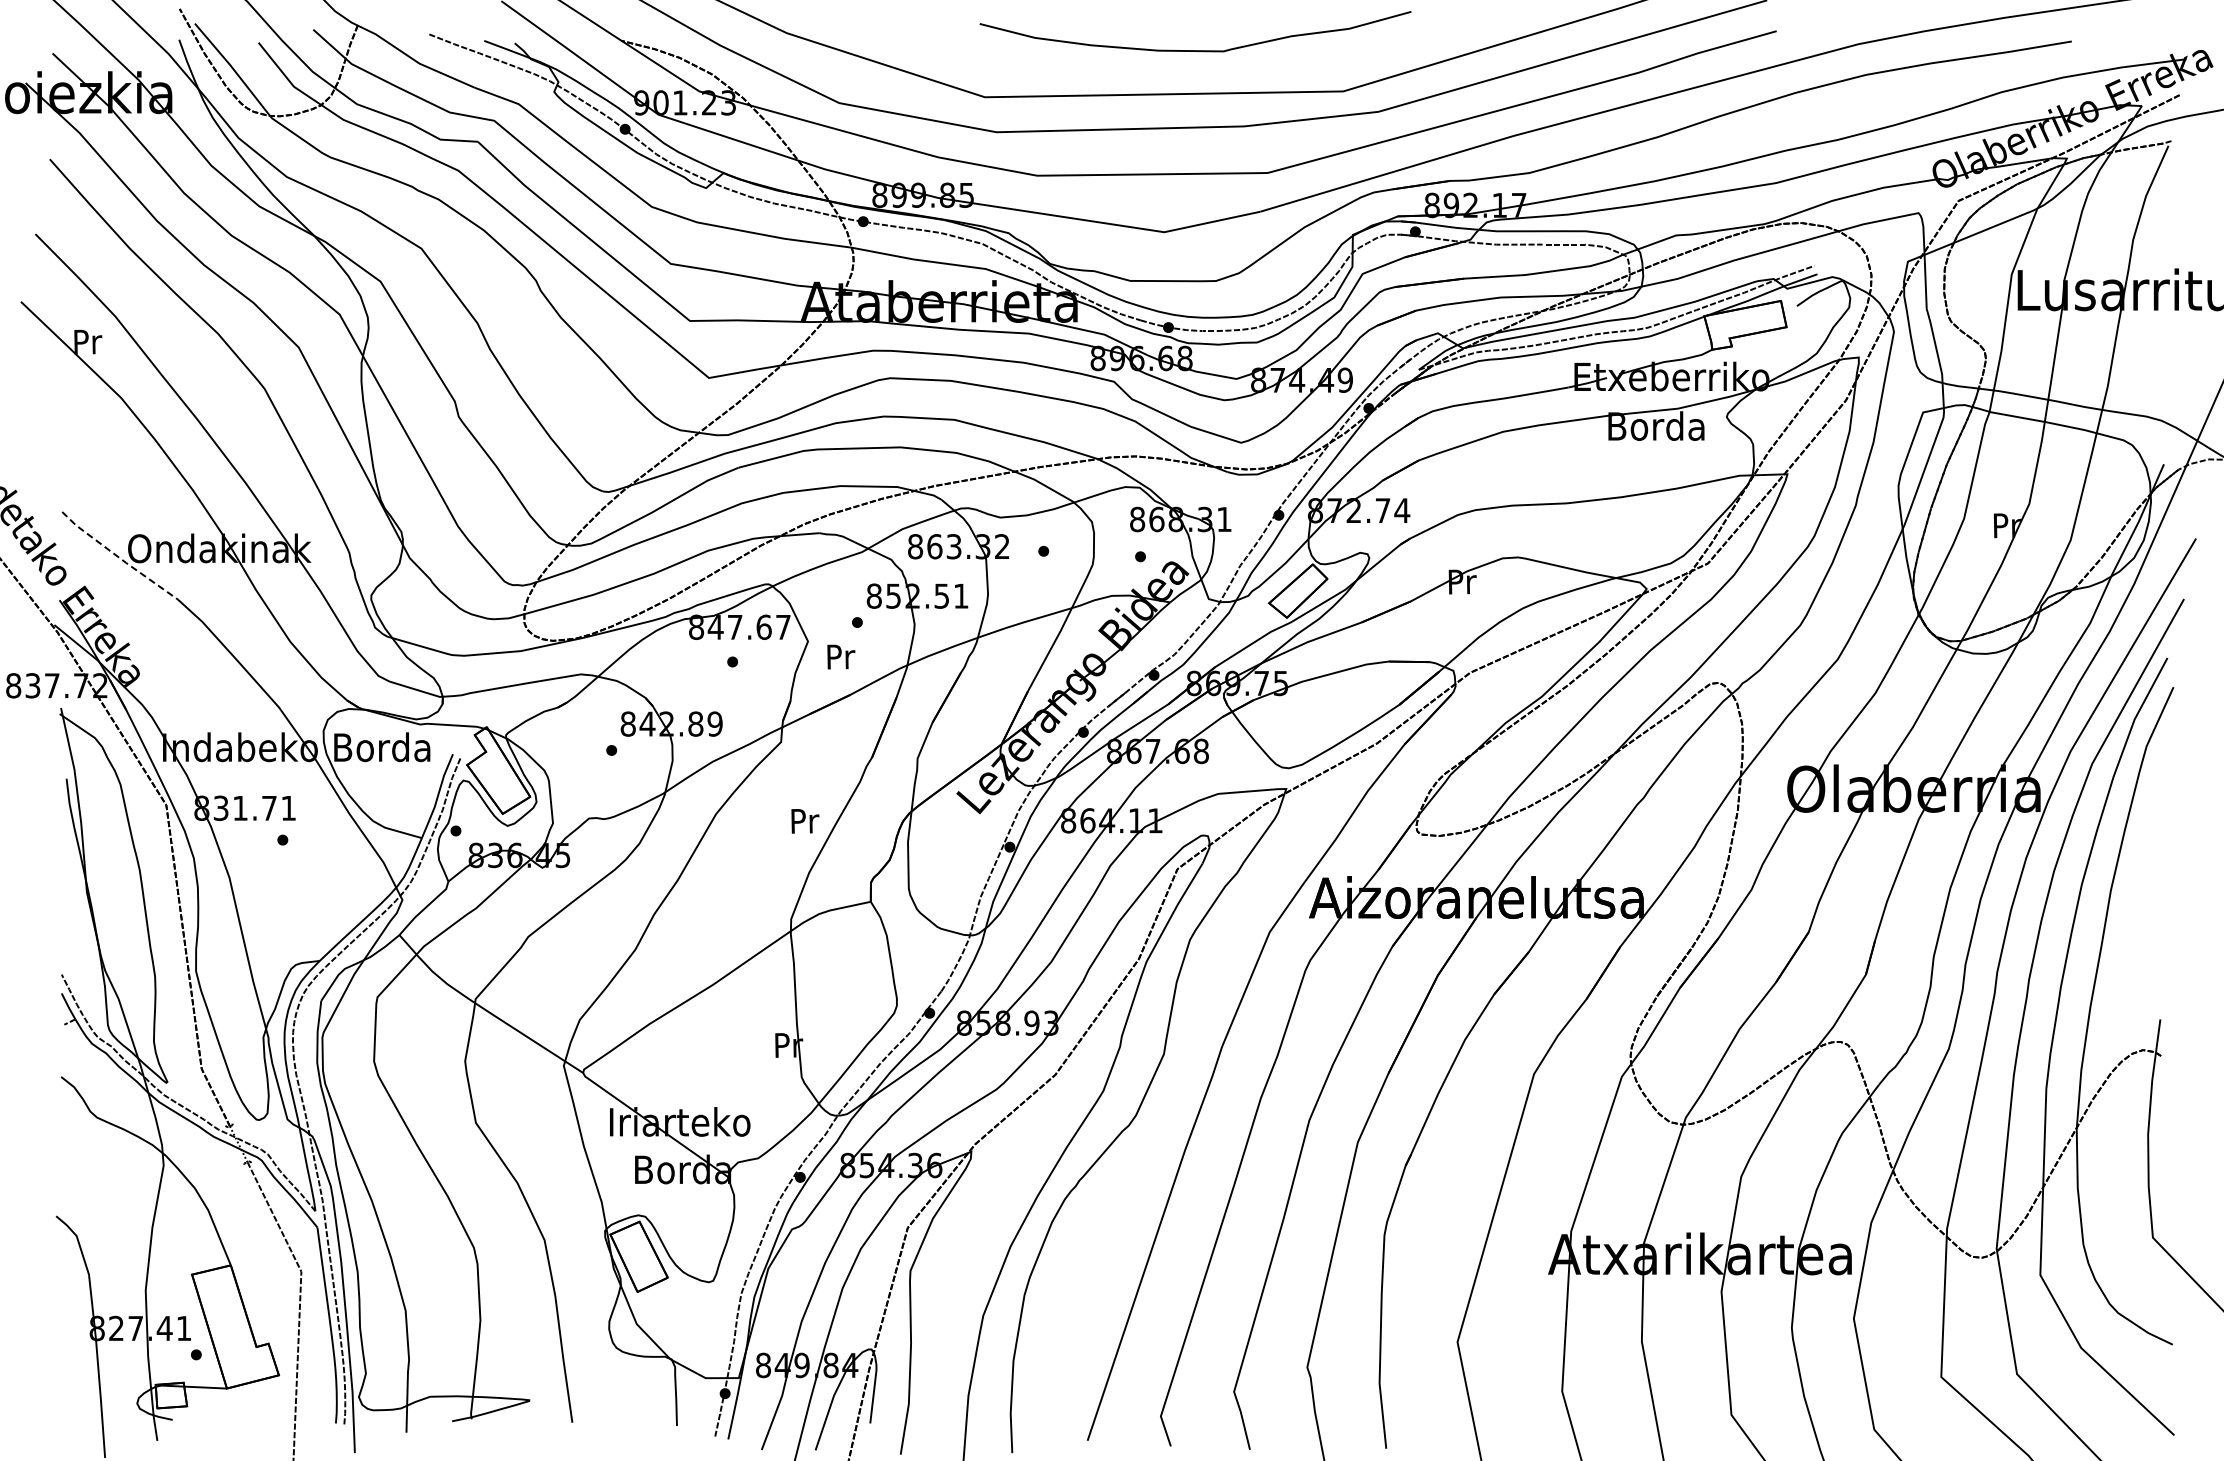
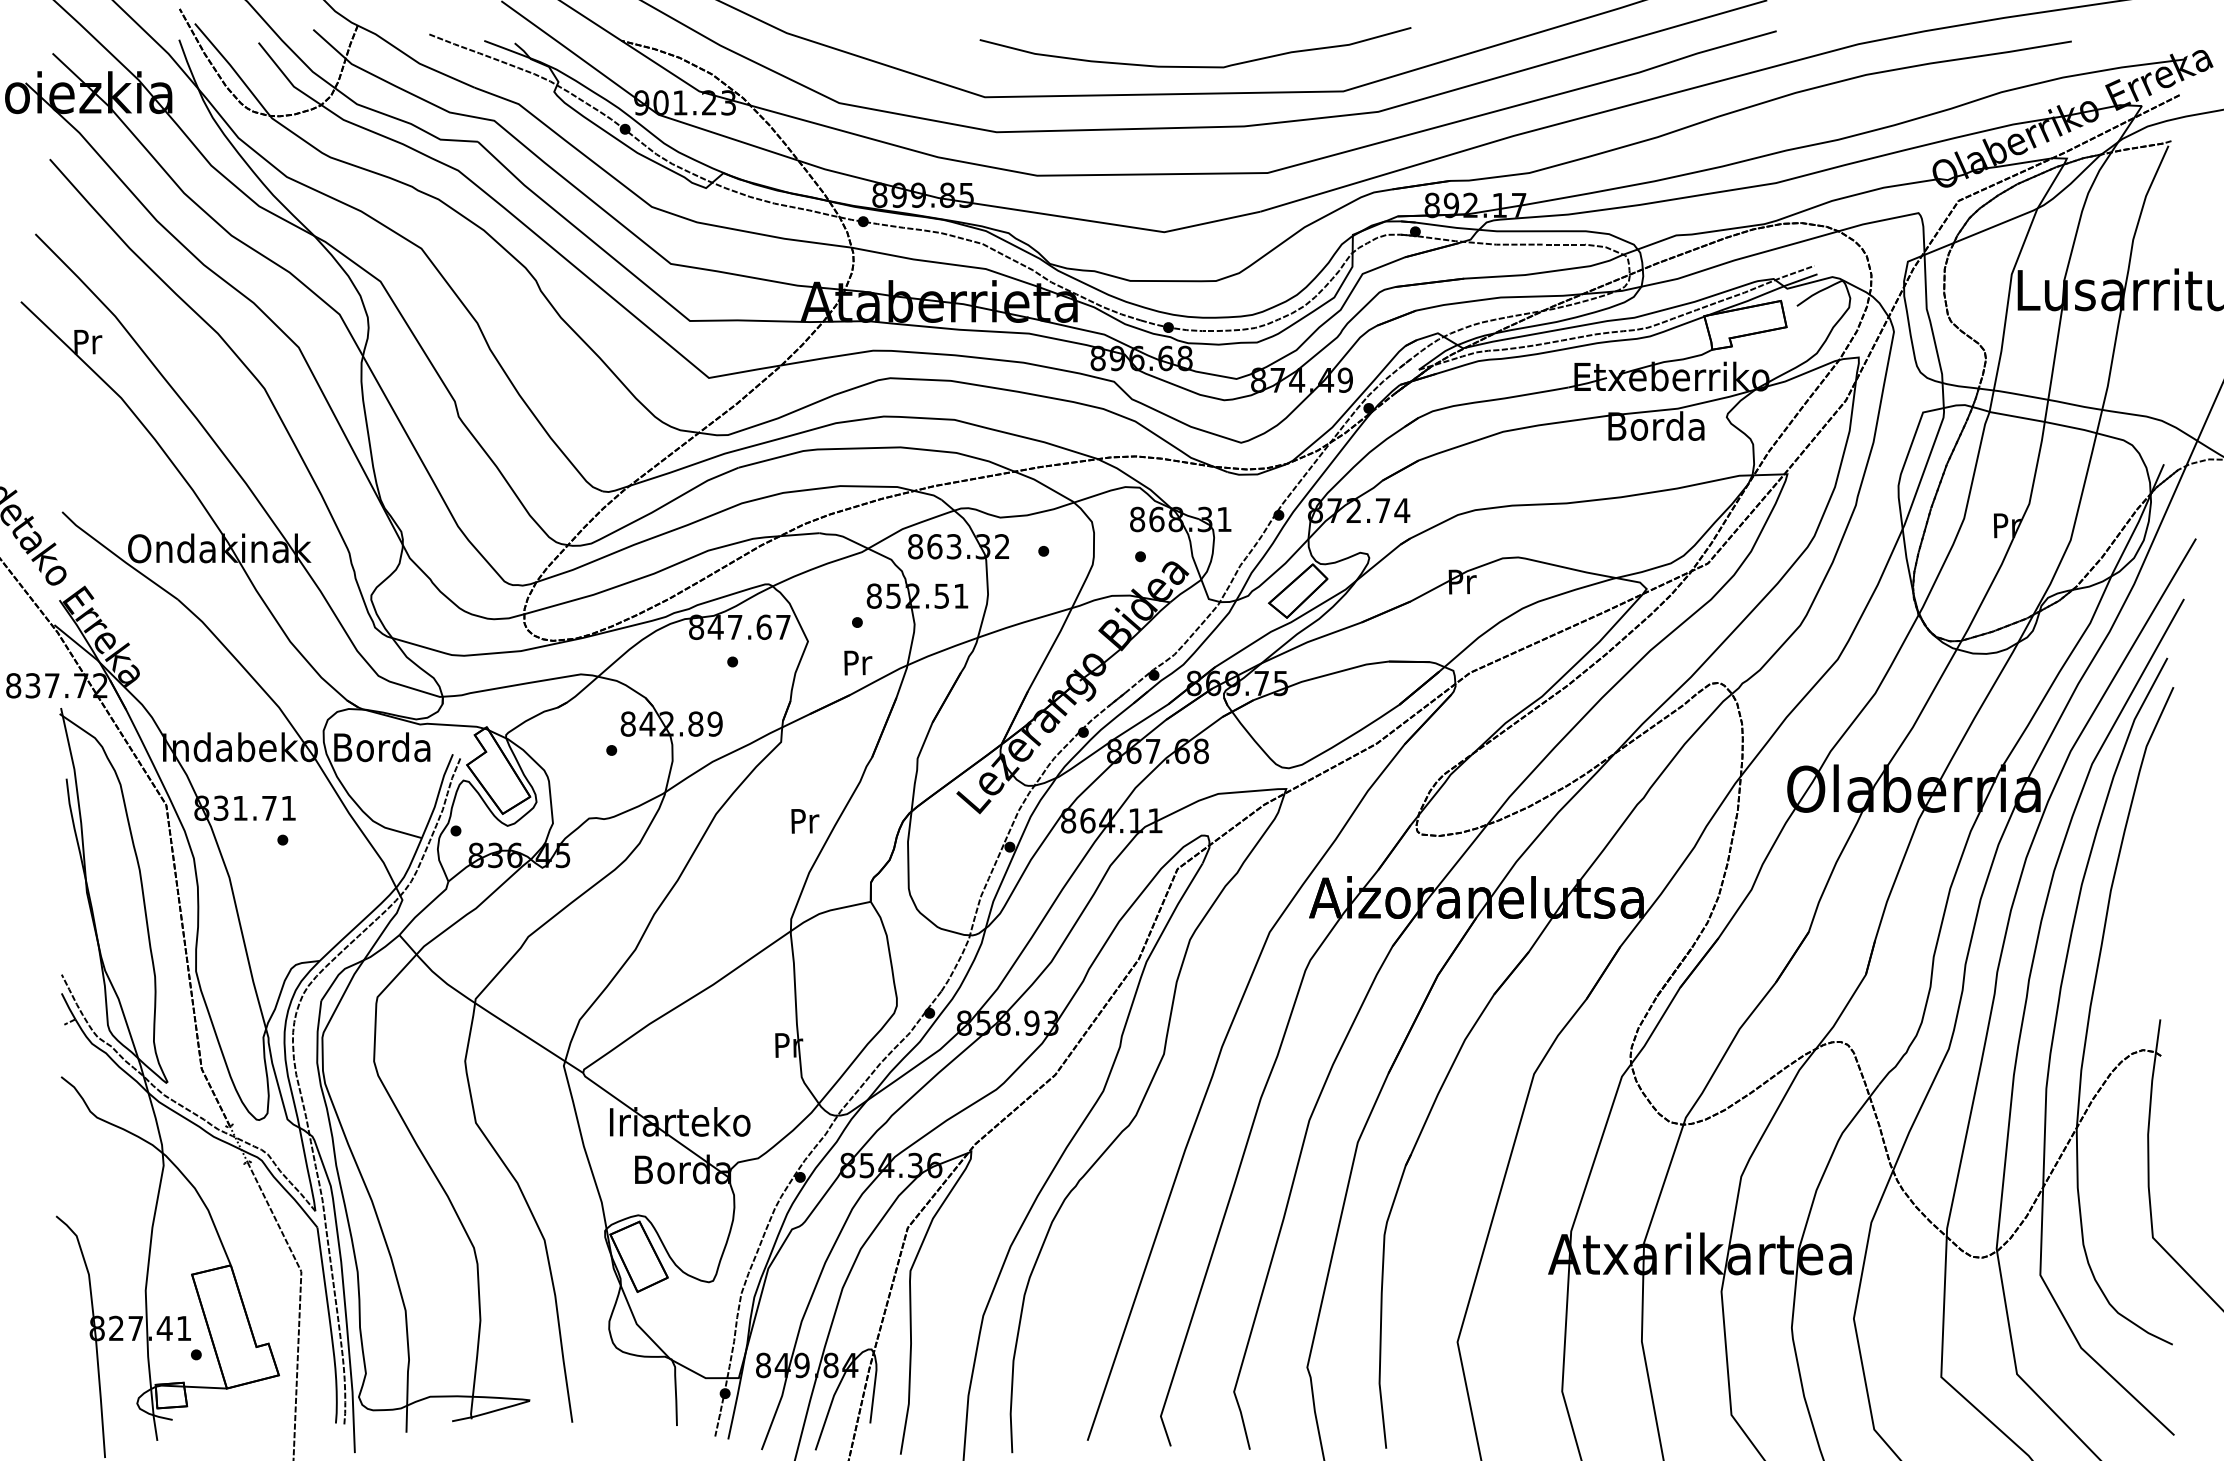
curve at (1195, 50) position: (1195, 50) -> (1195, 66)
line at (118, 557): dashed -> solid
text at (841, 656) position: (841, 656) -> (858, 662)
